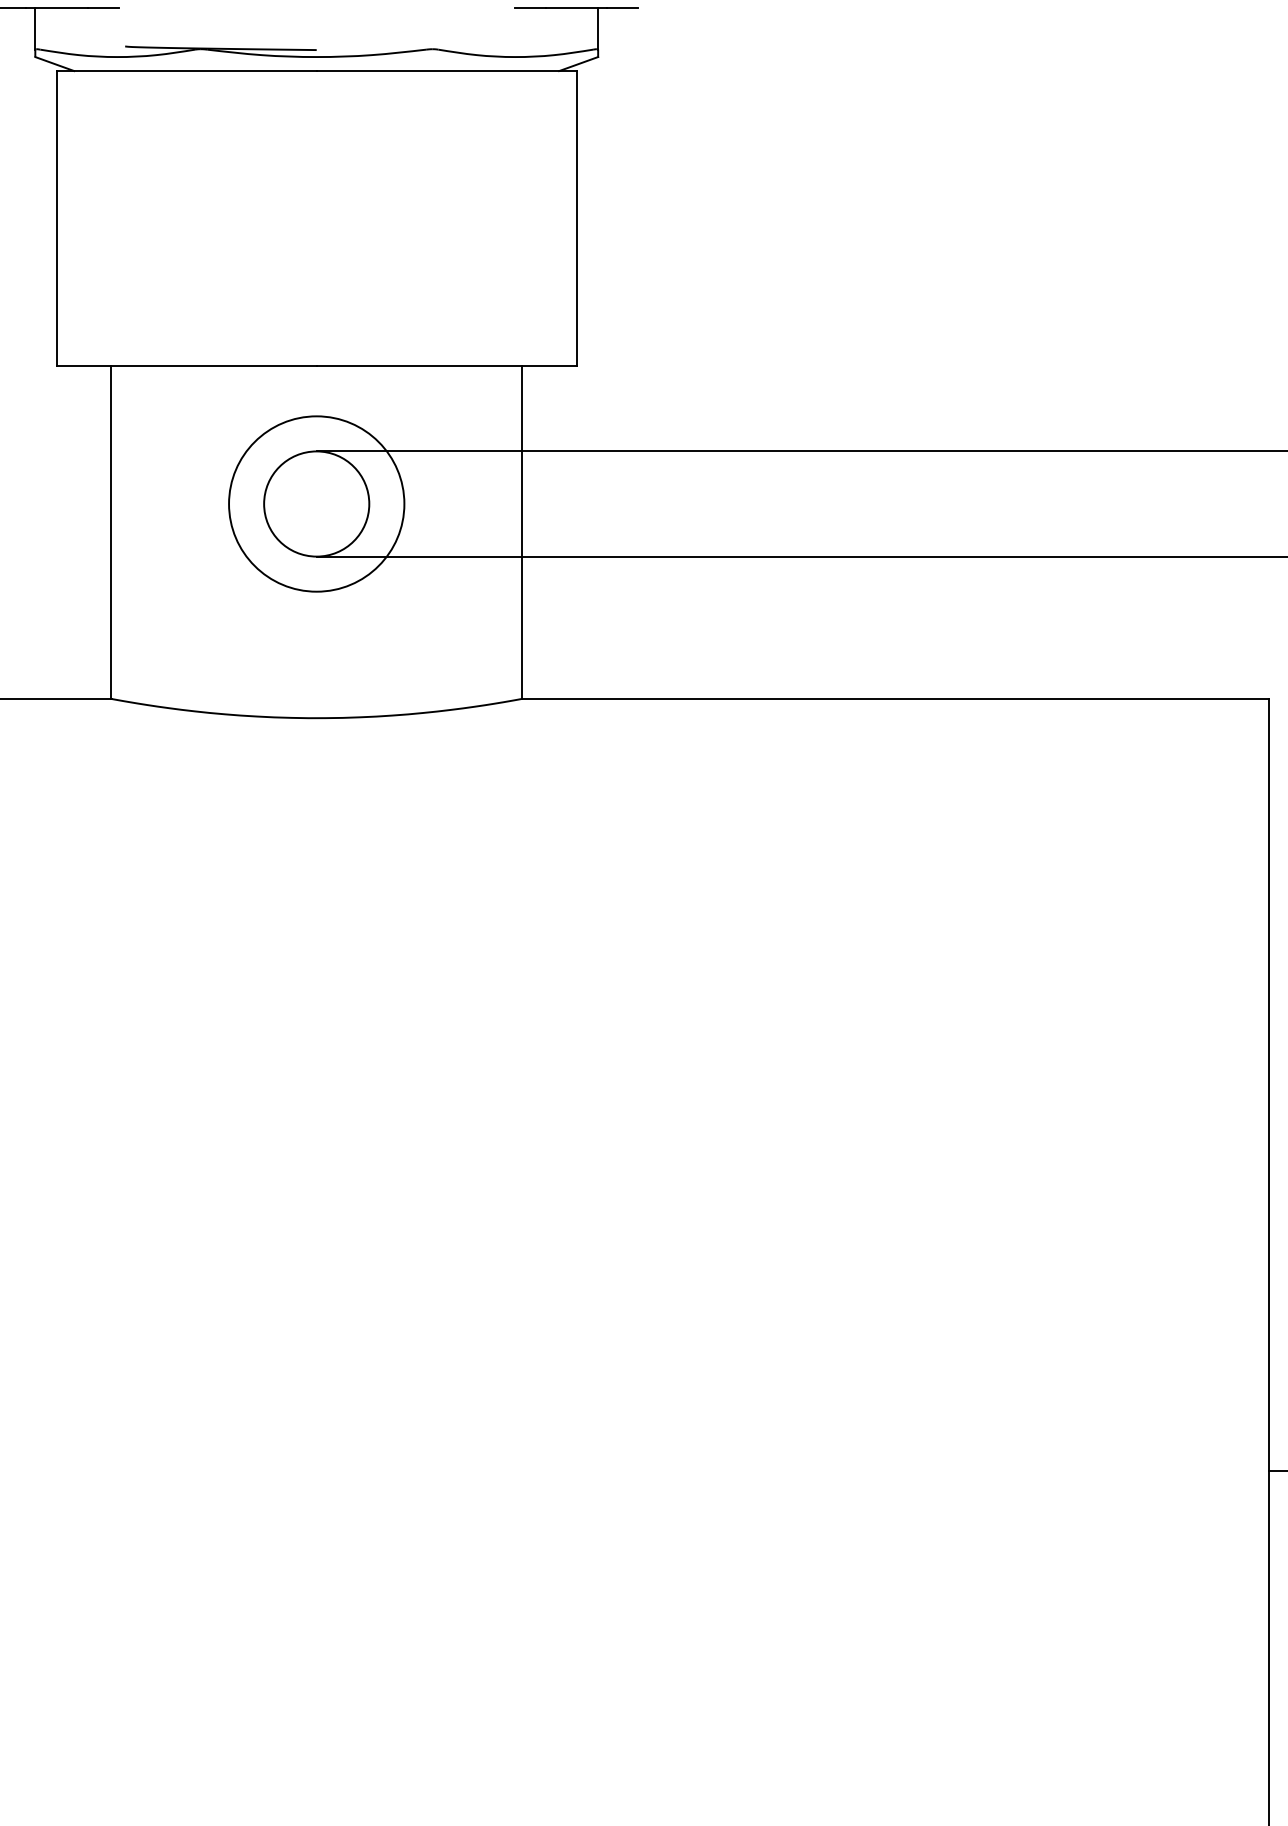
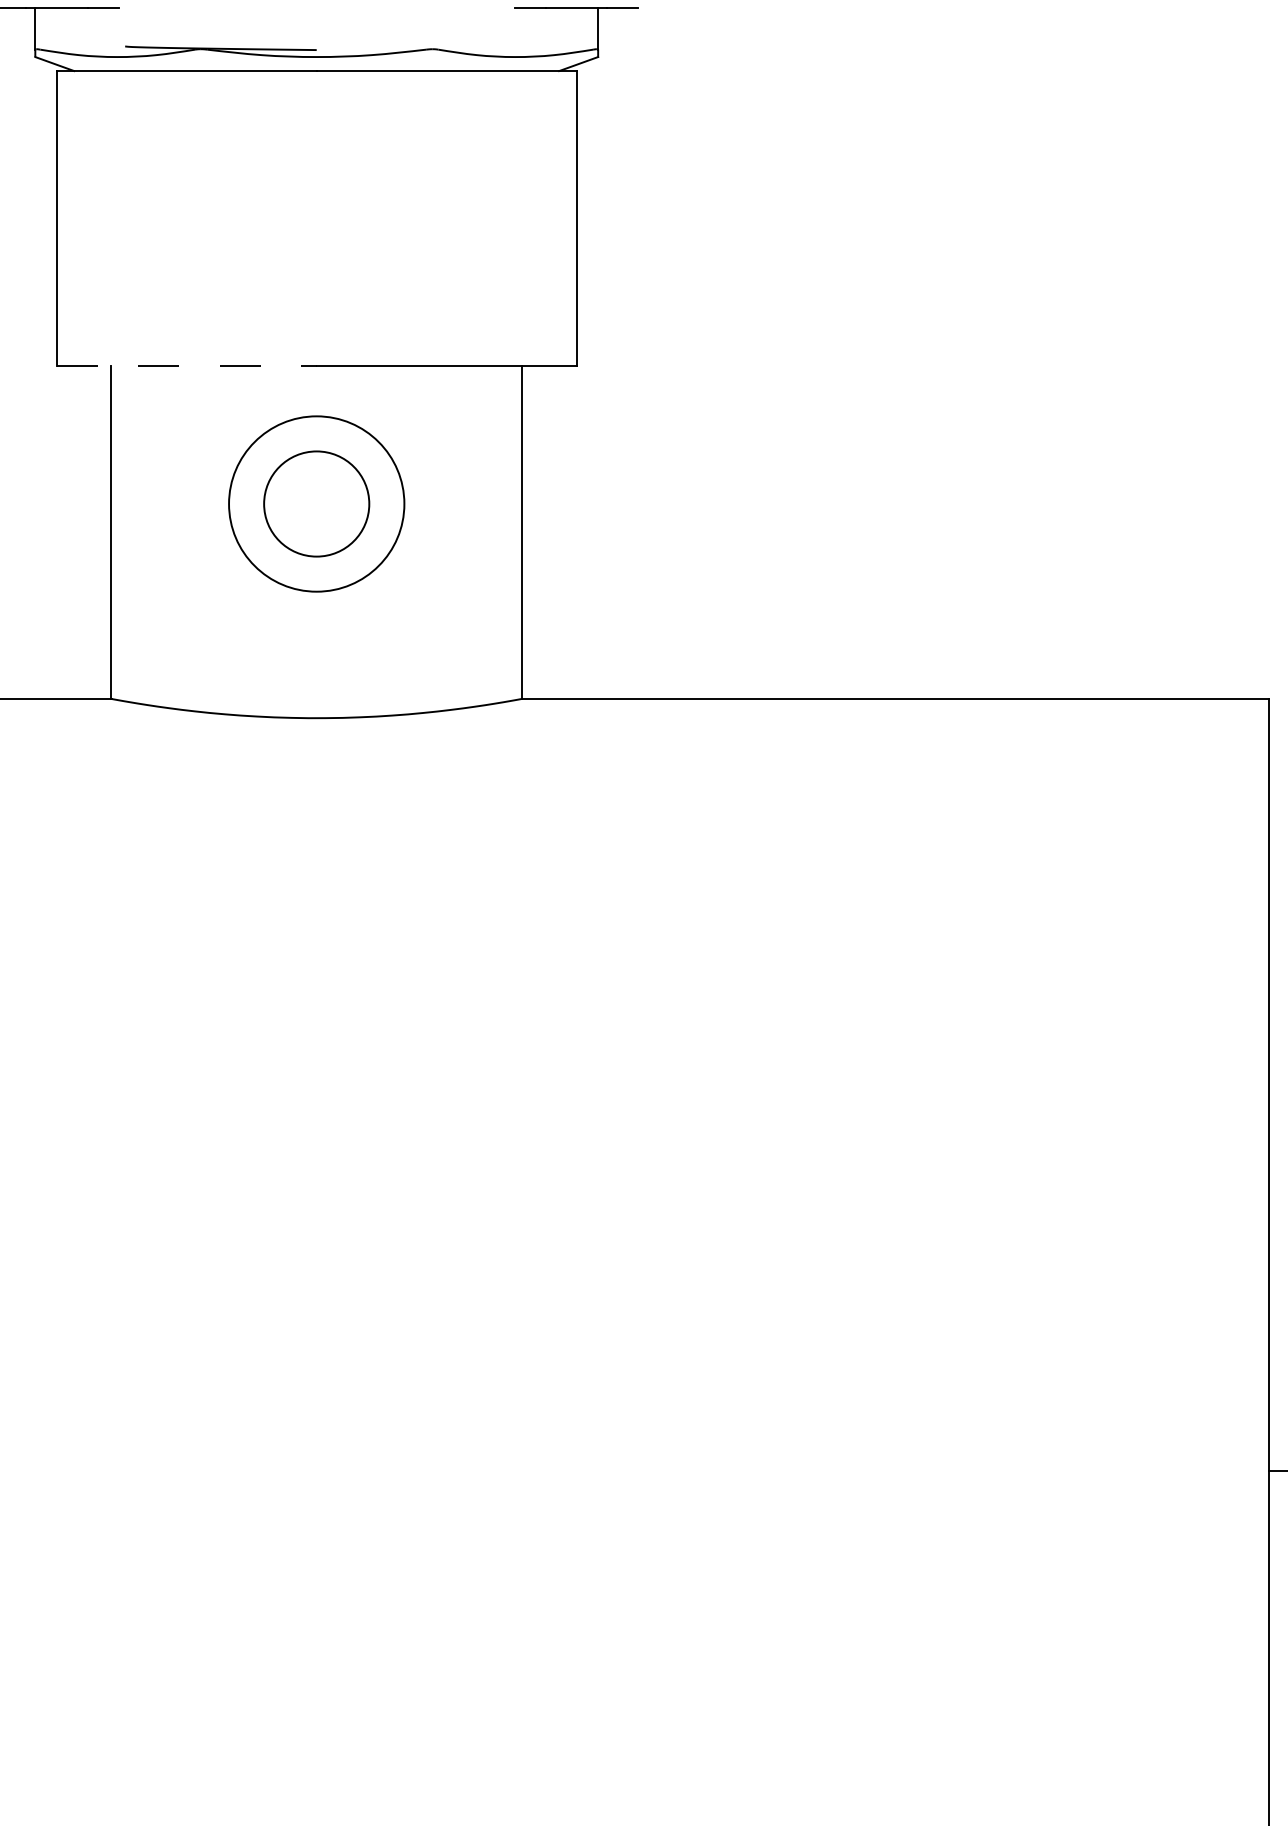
line at (186, 365): solid -> dashed
line at (800, 451): present -> none
line at (800, 556): present -> none
